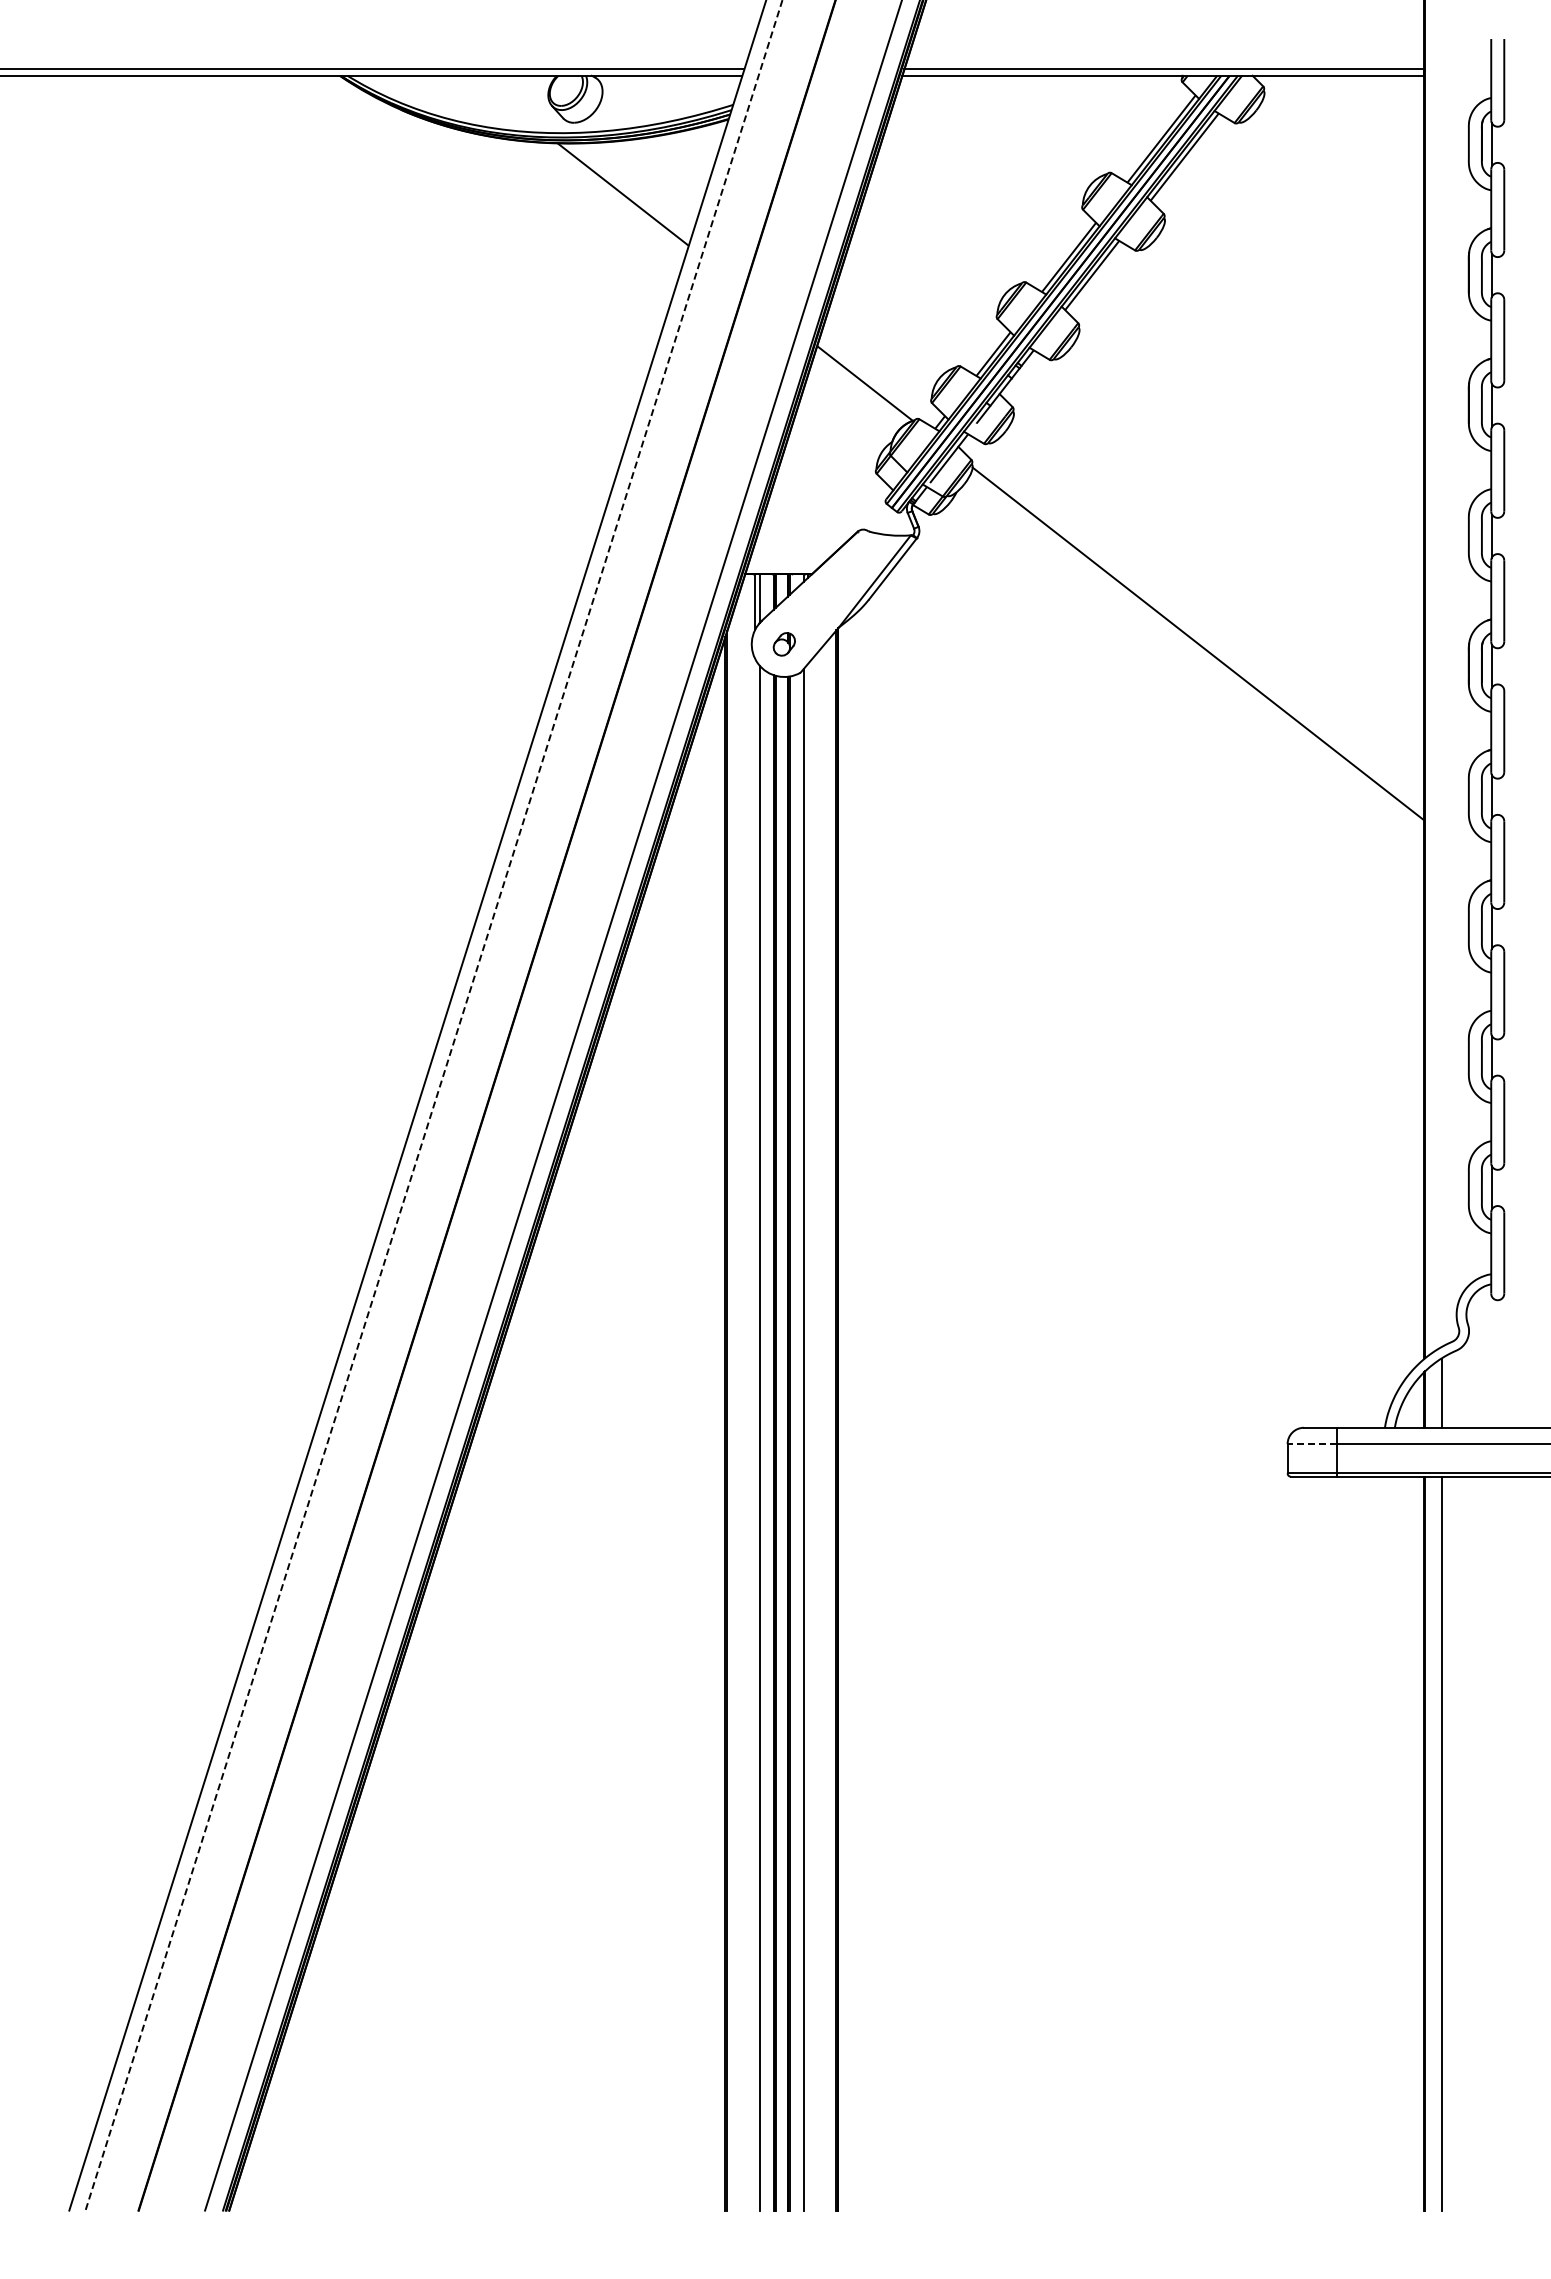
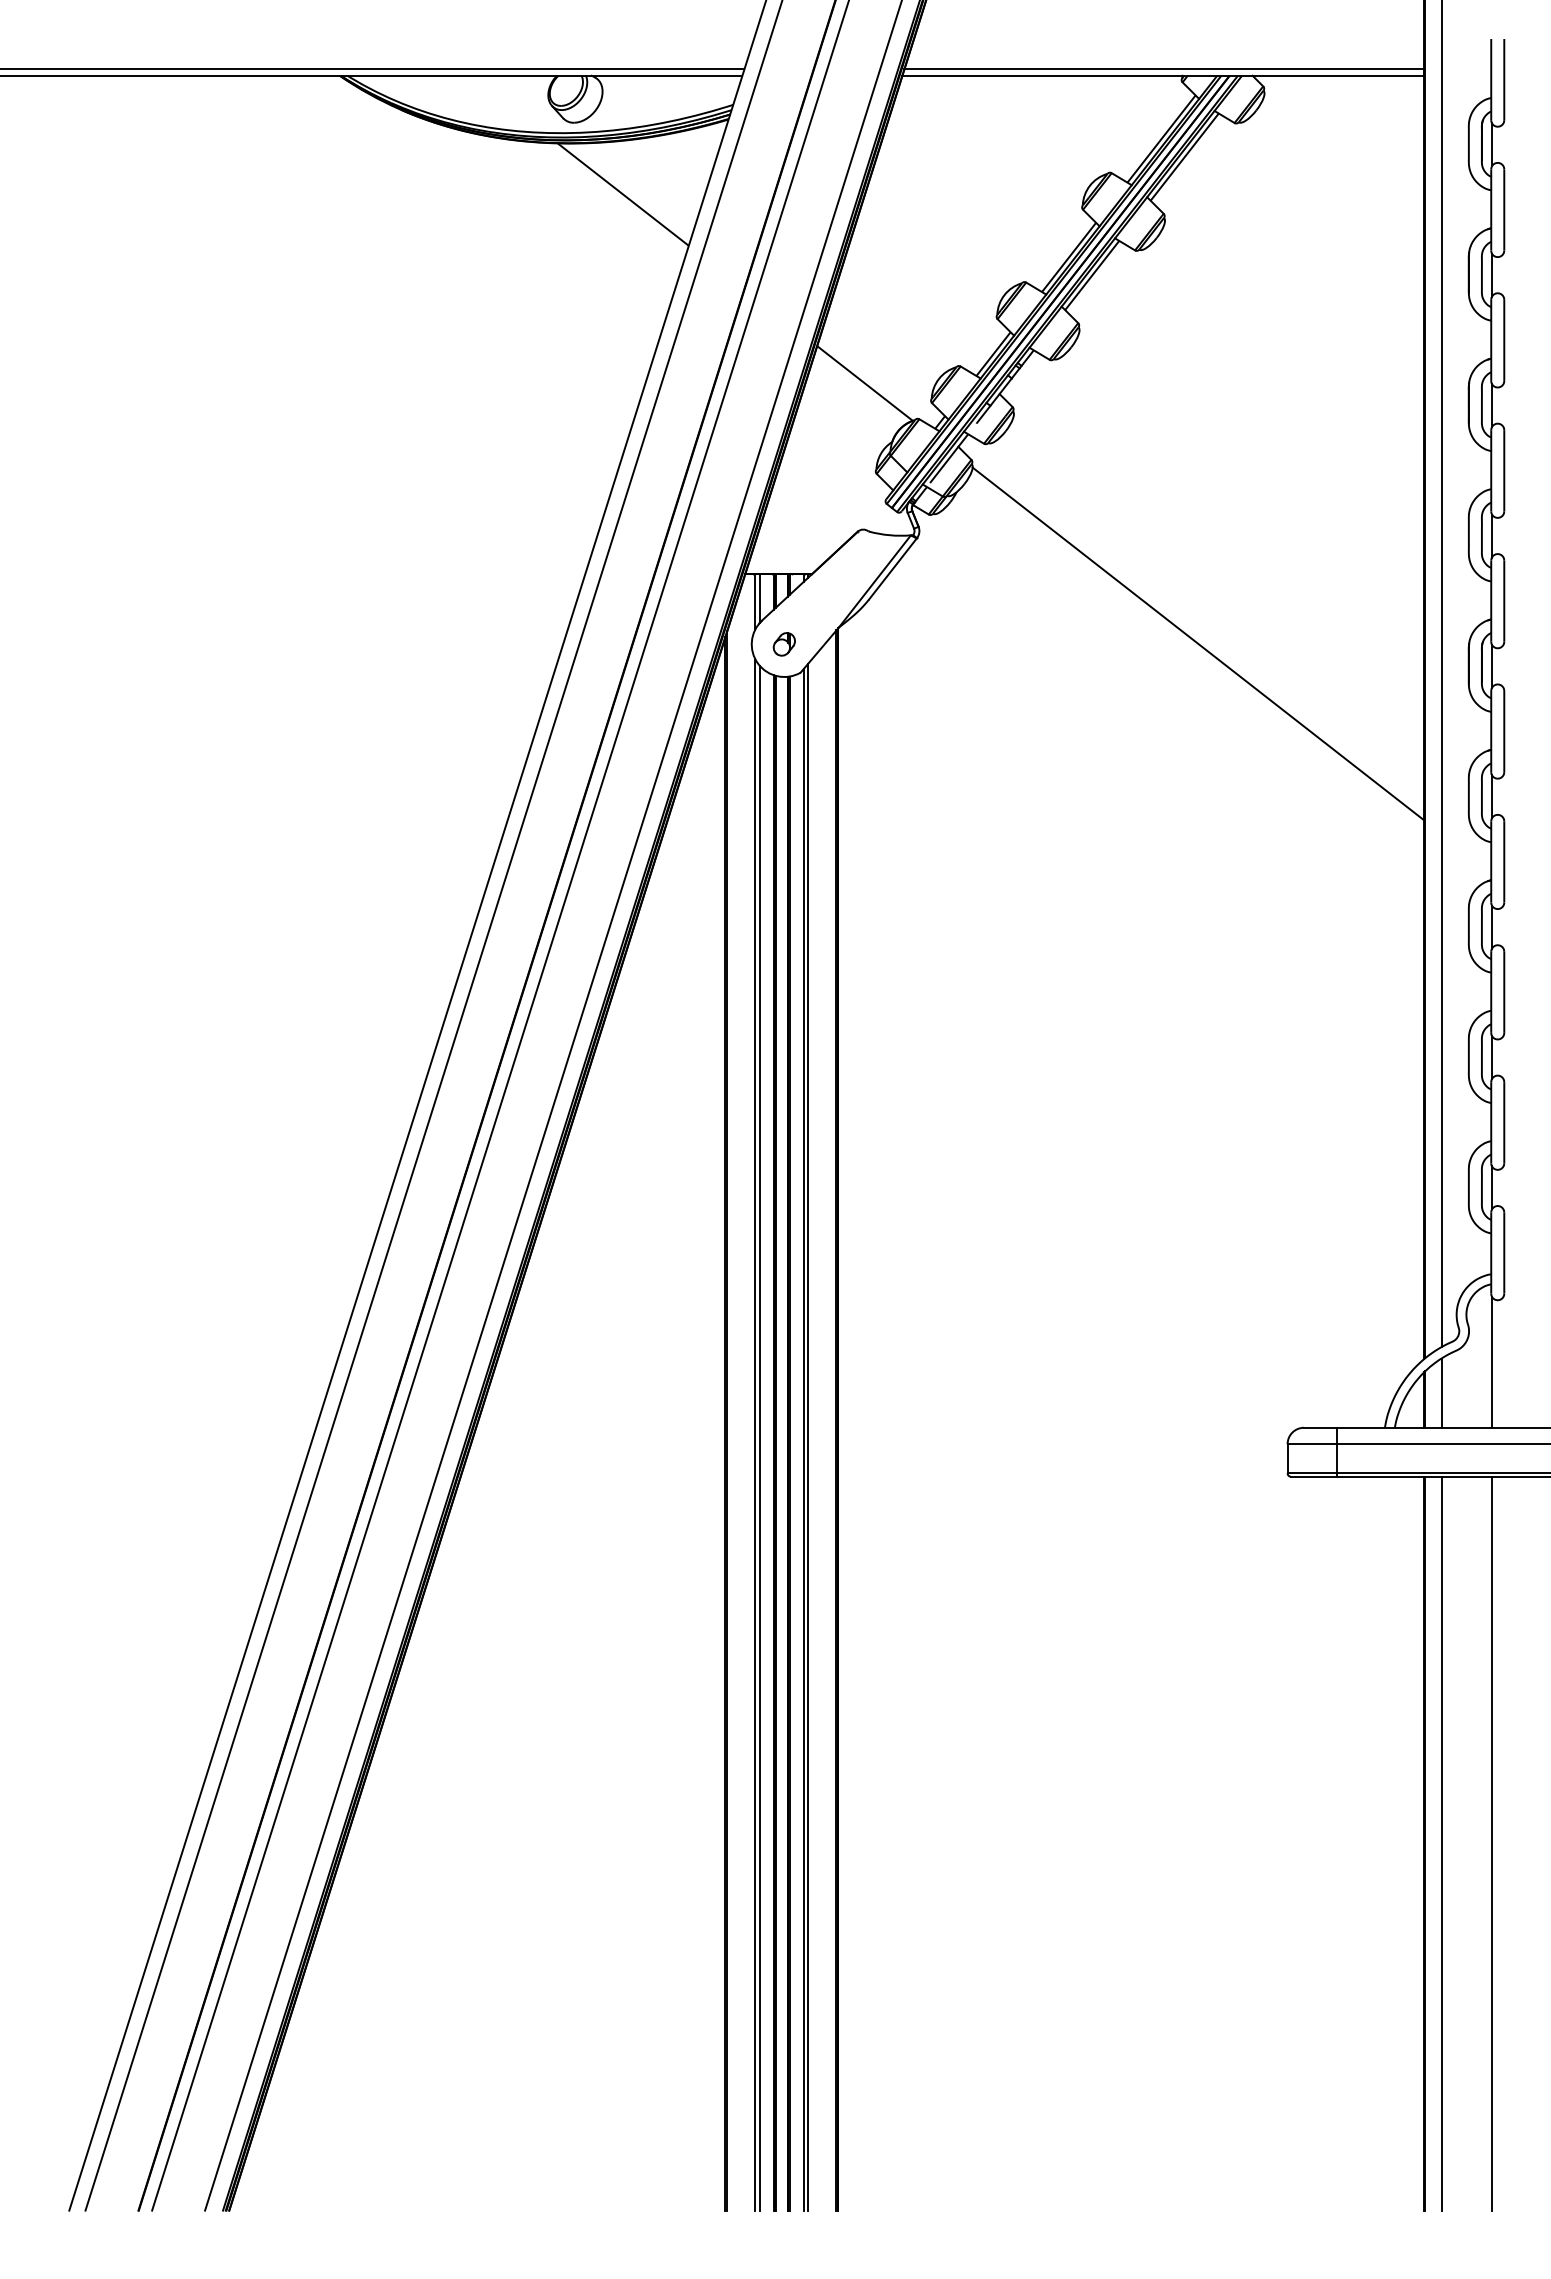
line at (1441, 674): none -> present
line at (434, 1105): dashed -> solid
line at (500, 1106): none -> present
line at (1492, 1361): none -> present
line at (755, 1434): none -> present
line at (808, 1436): none -> present
line at (1311, 1444): dashed -> solid
line at (1492, 1843): none -> present
